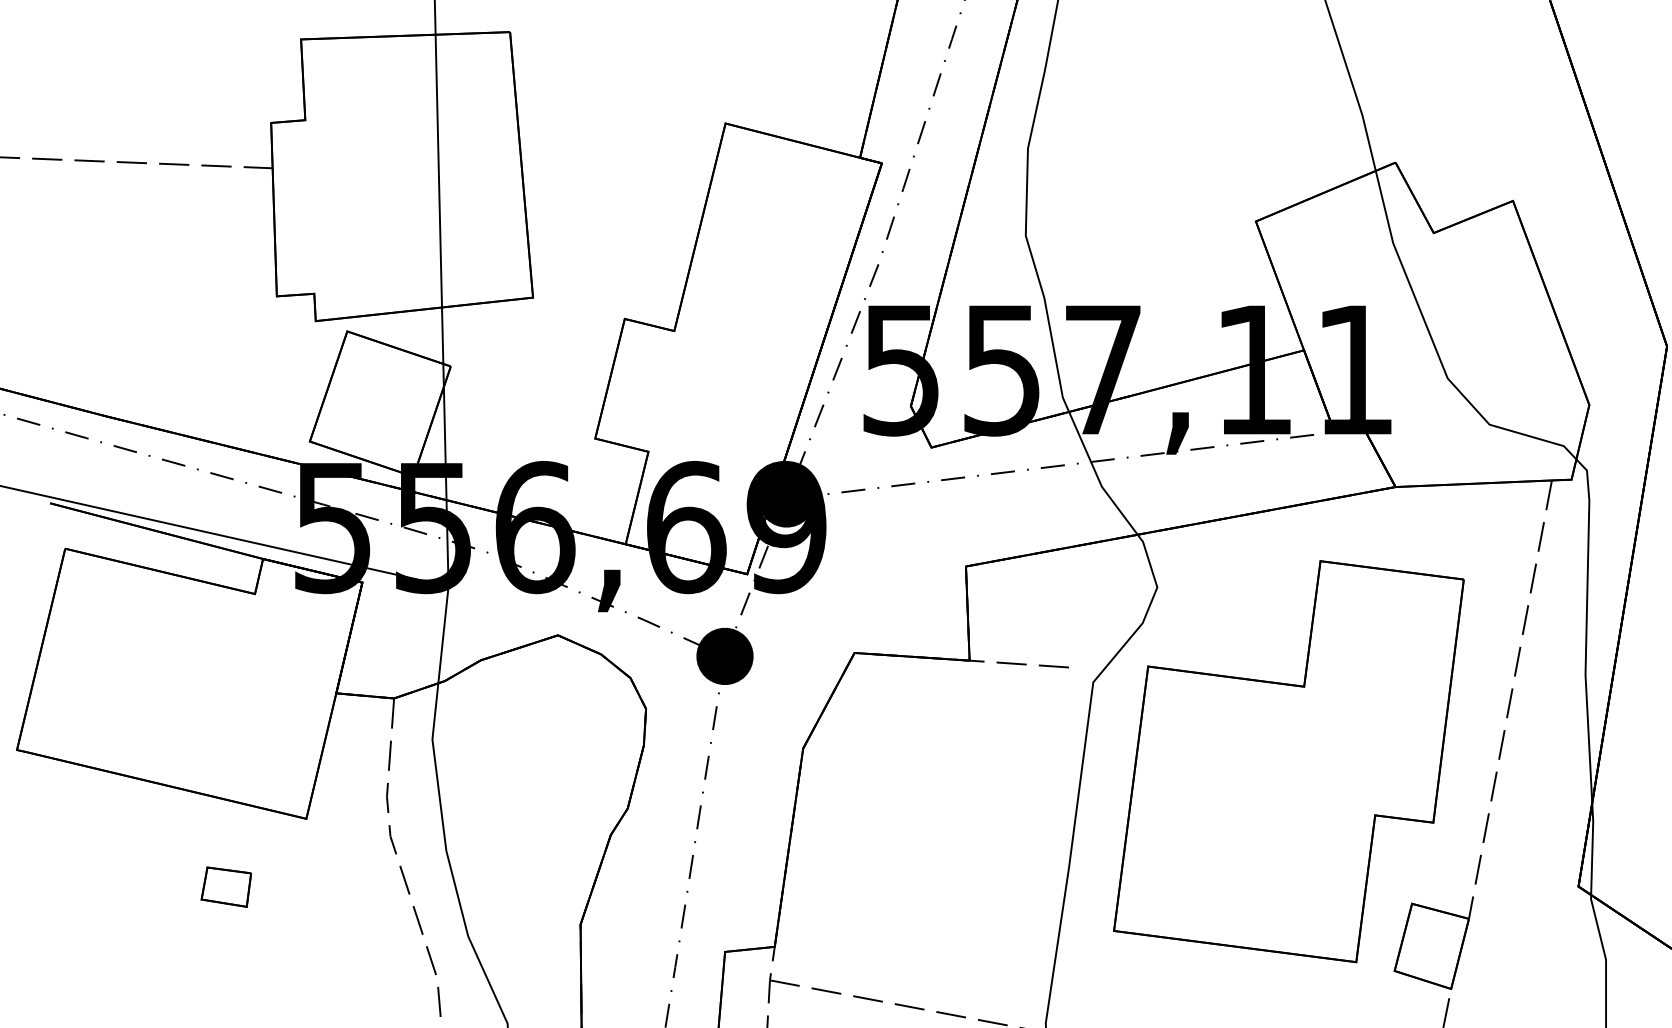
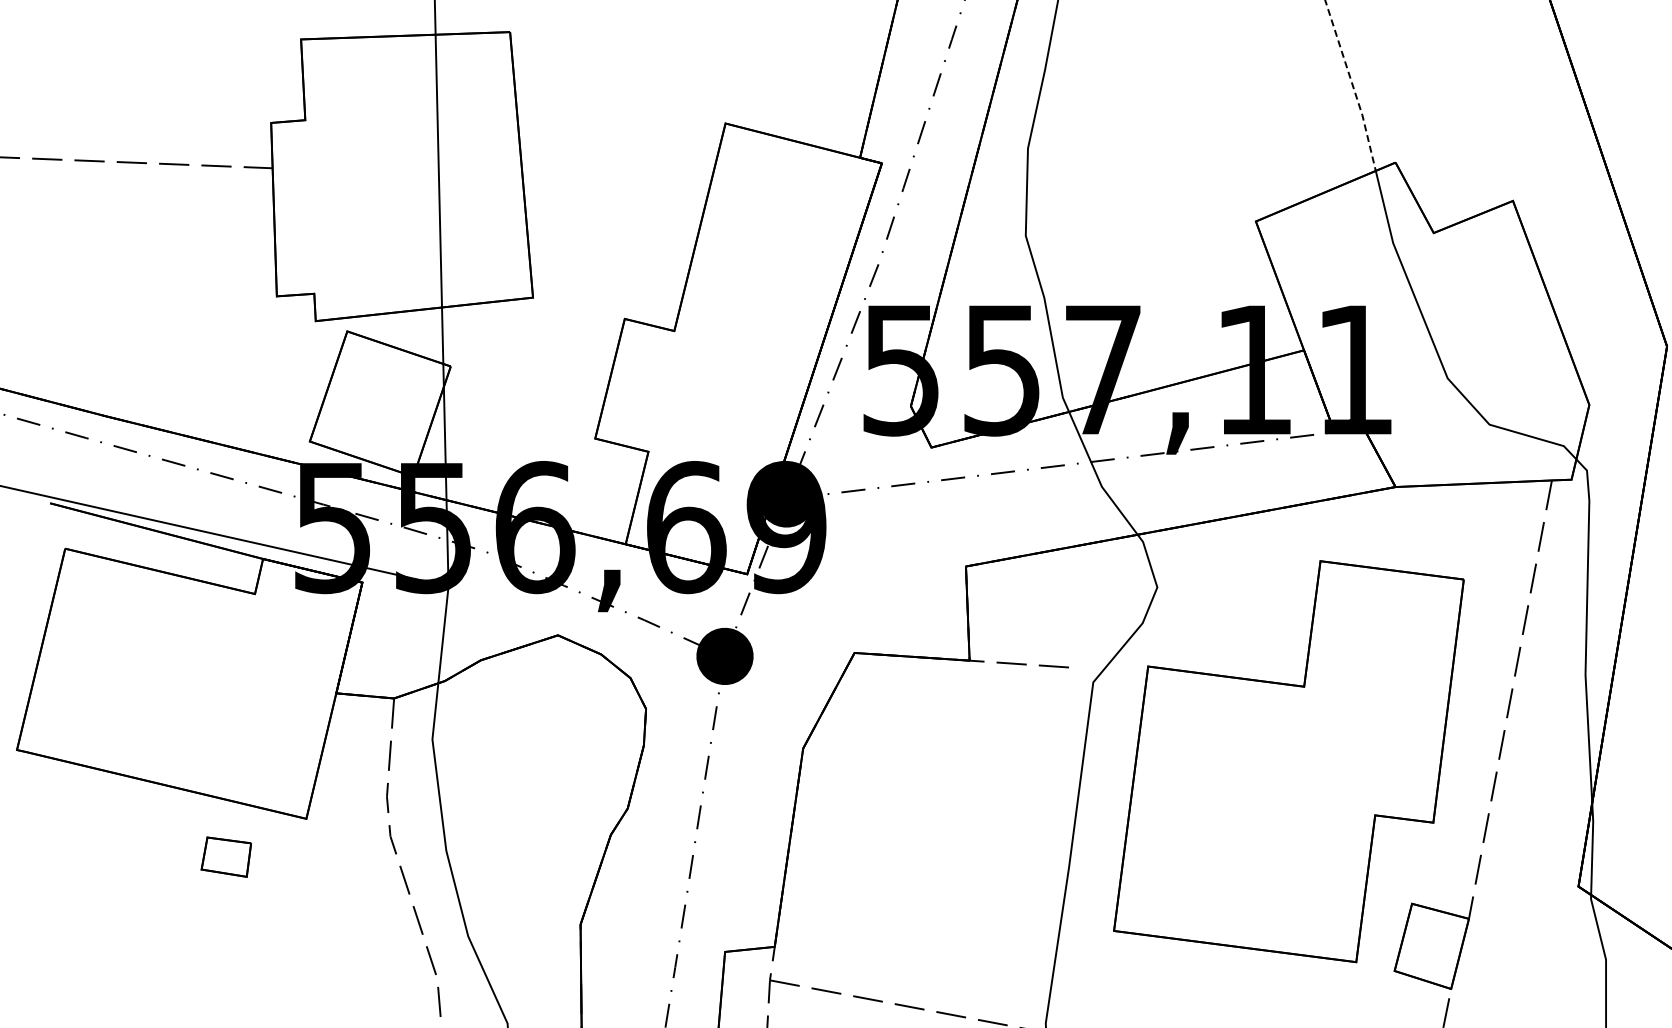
line at (1352, 85): solid -> dashed
part at (225, 886) position: (225, 886) -> (225, 856)
